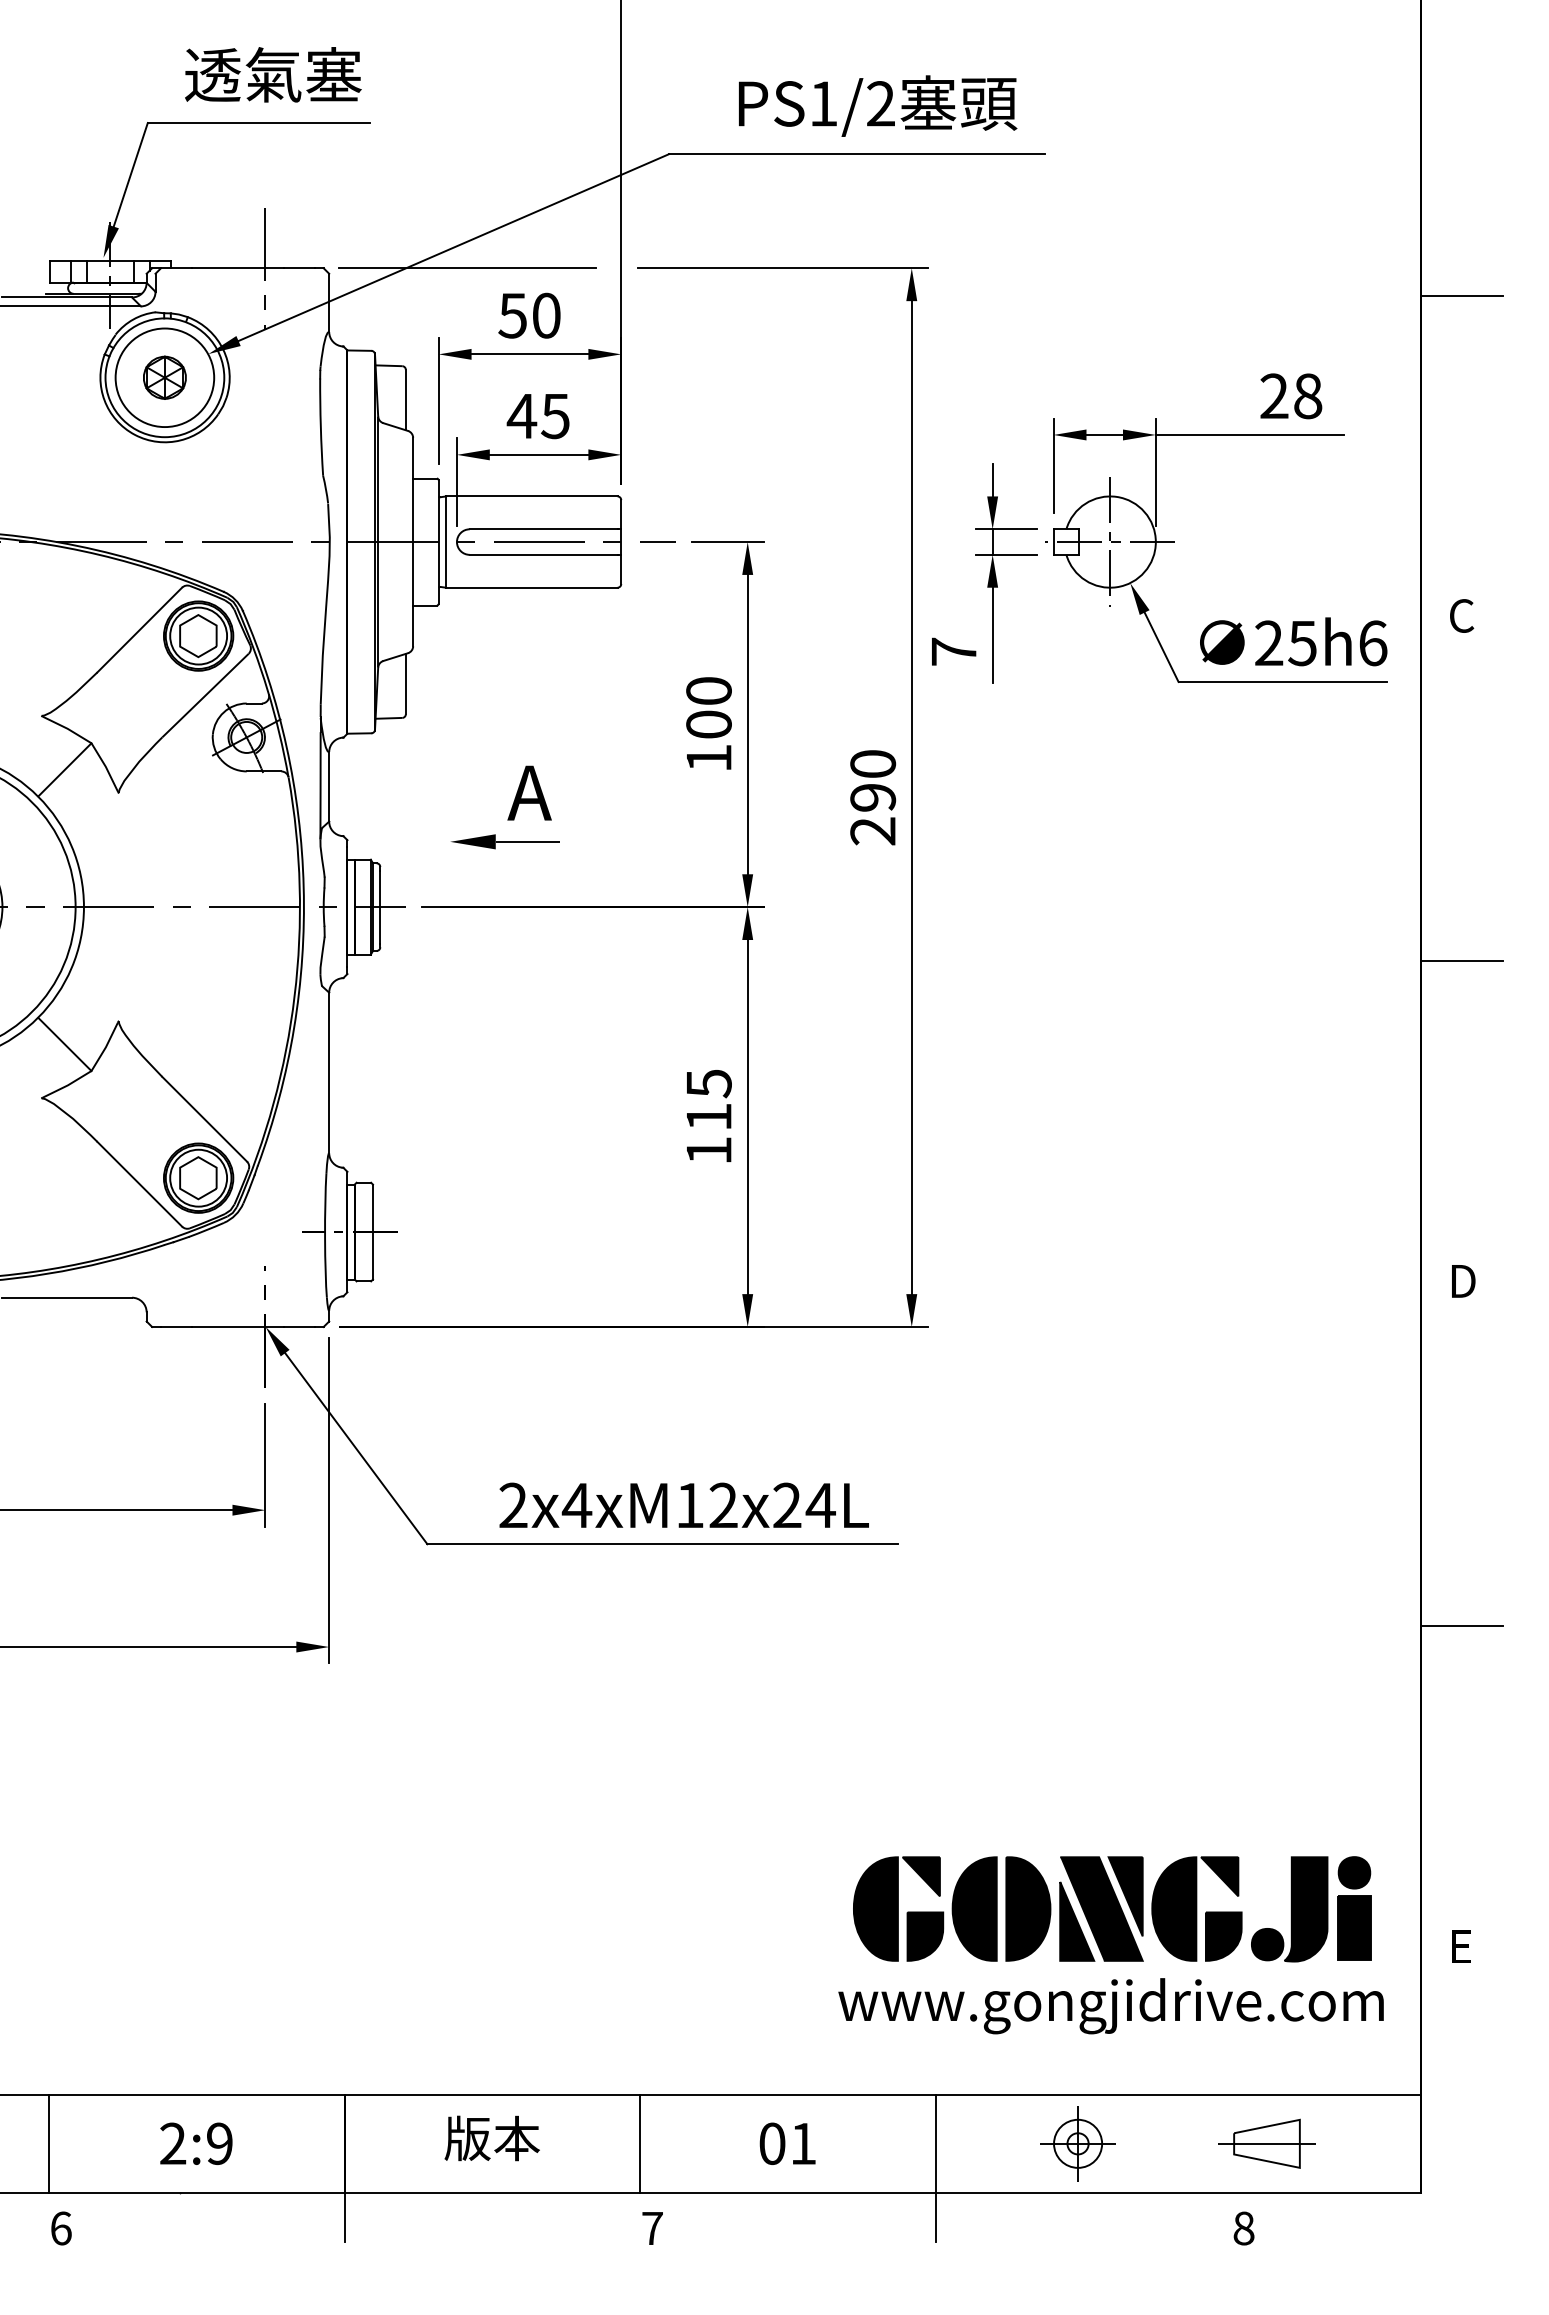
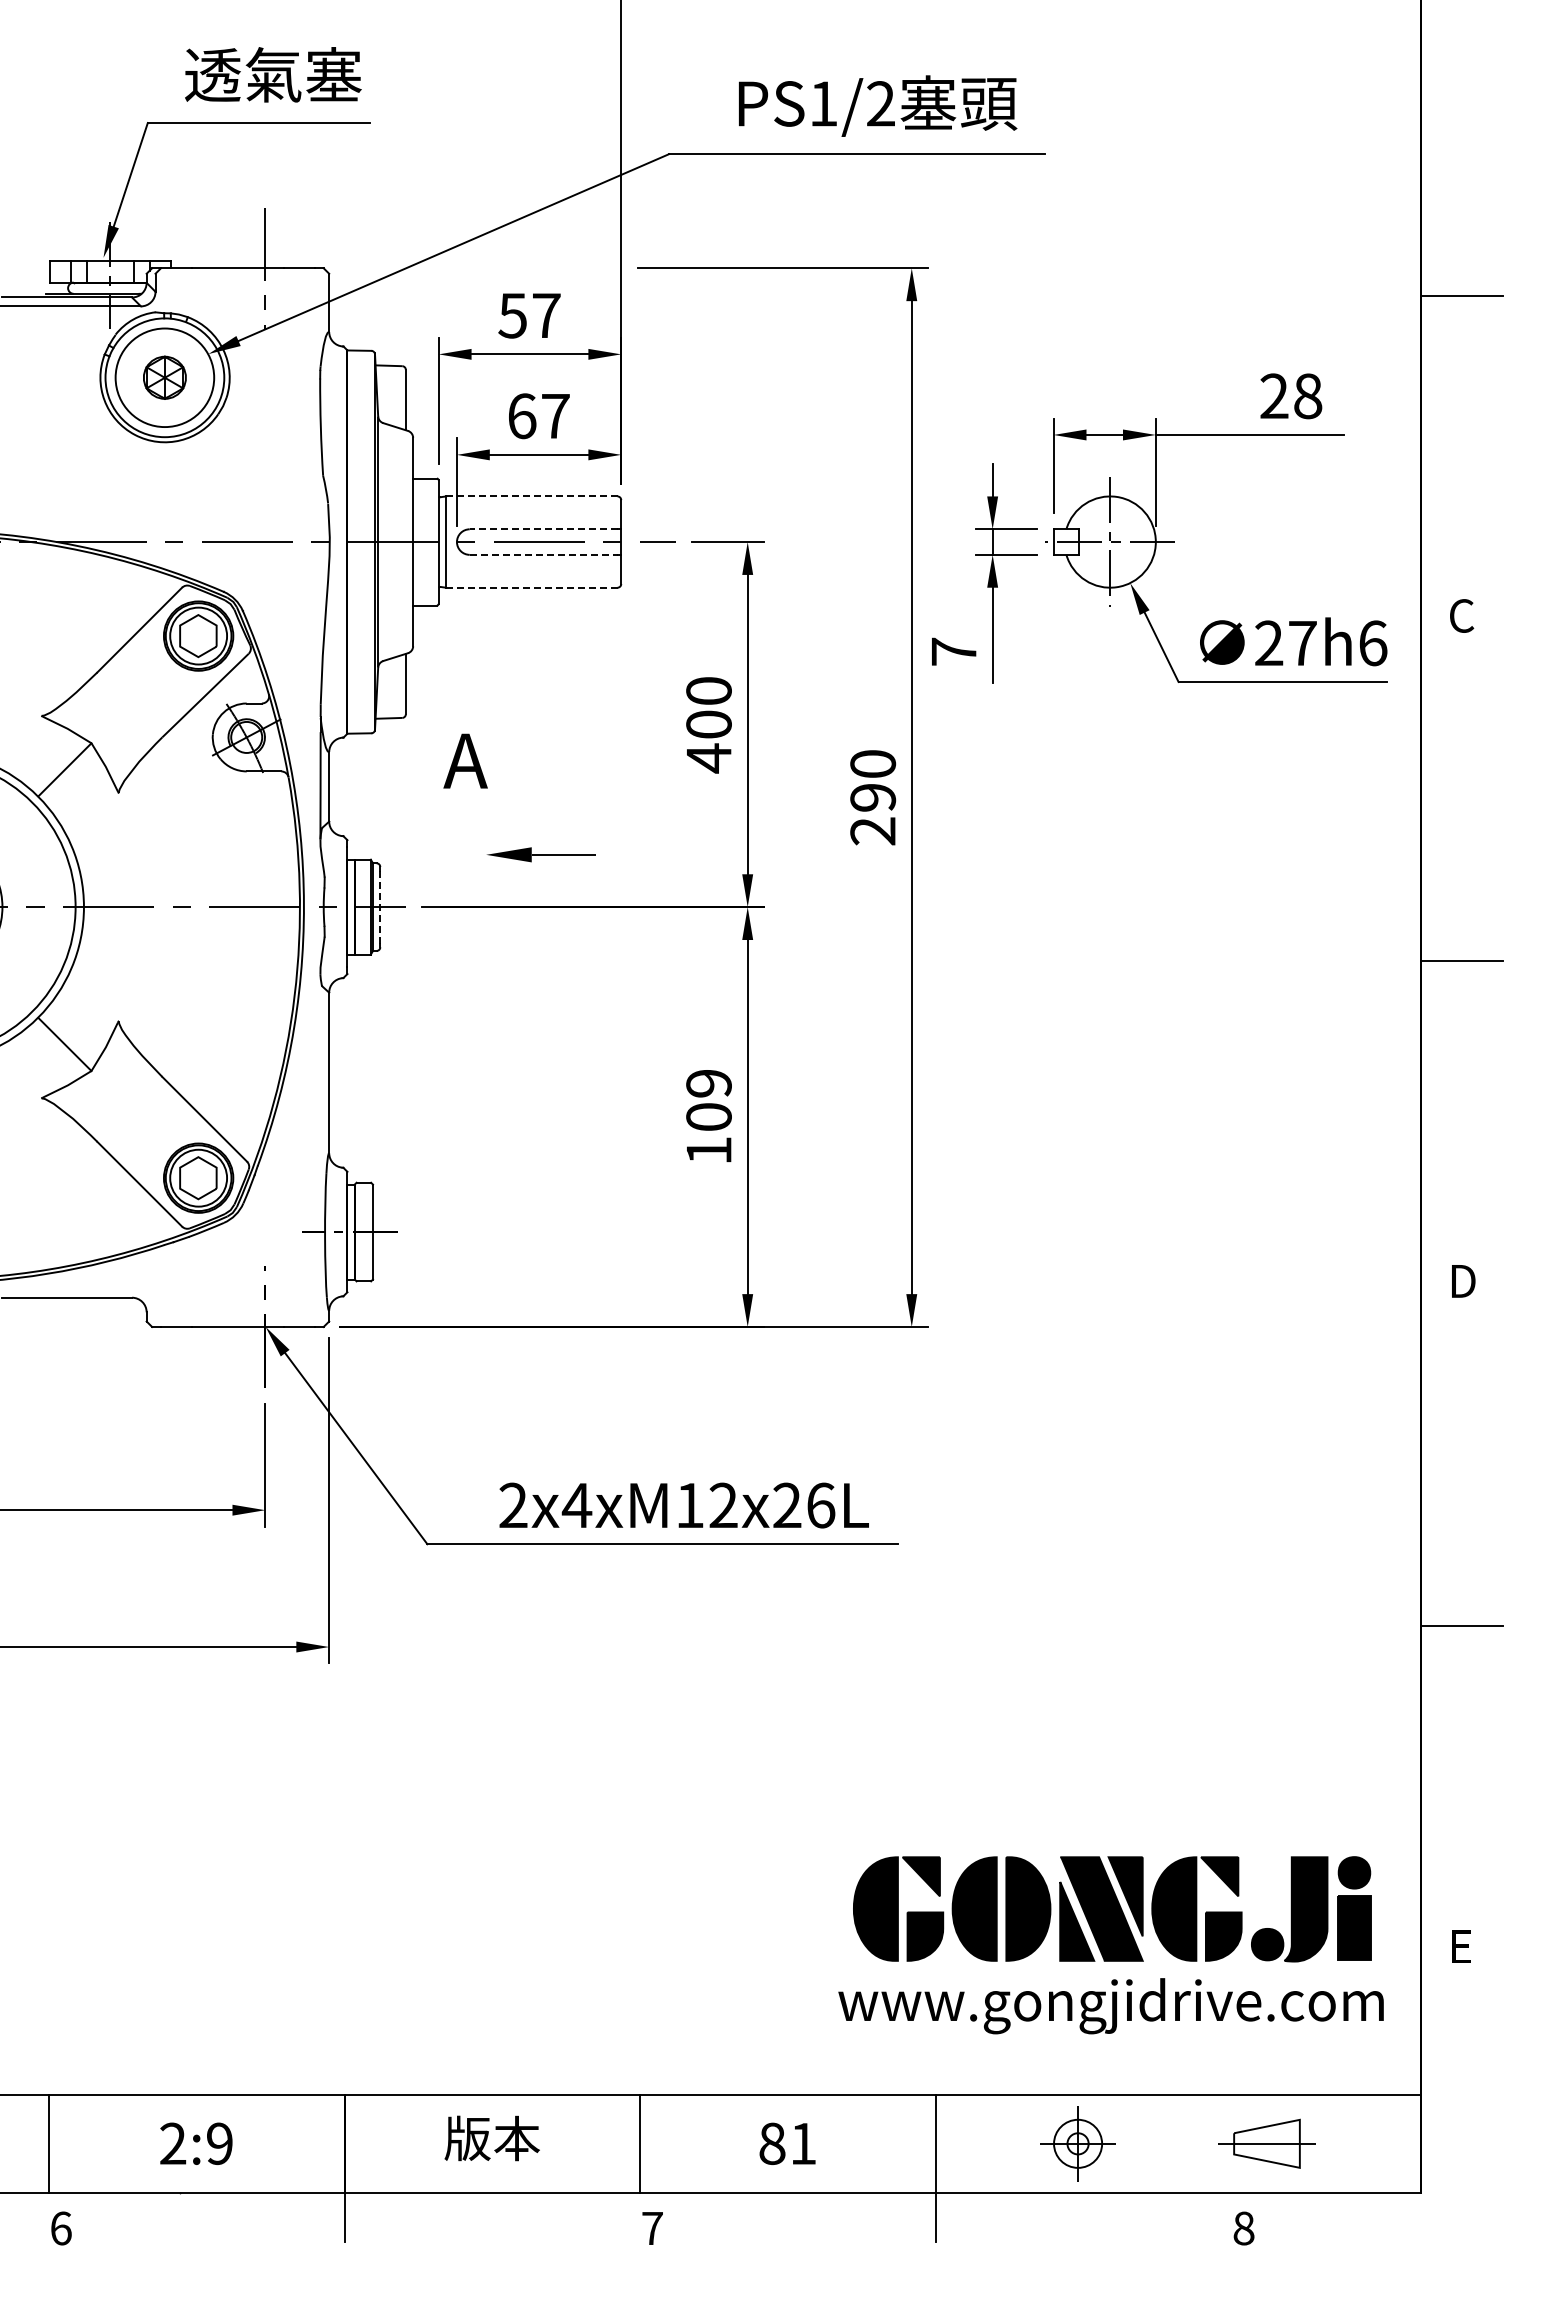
line at (466, 268): present -> none
text at (546, 315): 50 -> 57
text at (537, 416): 45 -> 67
line at (531, 496): solid -> dashed
line at (543, 529): solid -> dashed
line at (543, 554): solid -> dashed
line at (531, 587): solid -> dashed
text at (1302, 643): 25h6 -> 27h6
text at (709, 758): 100 -> 400
text at (529, 792) position: (529, 792) -> (465, 760)
part at (504, 841) position: (504, 841) -> (540, 854)
line at (380, 907): solid -> dashed
text at (708, 1100): 115 -> 109
text at (820, 1505): 2x4xM12x24L -> 2x4xM12x26L
text at (772, 2143): 01 -> 81
